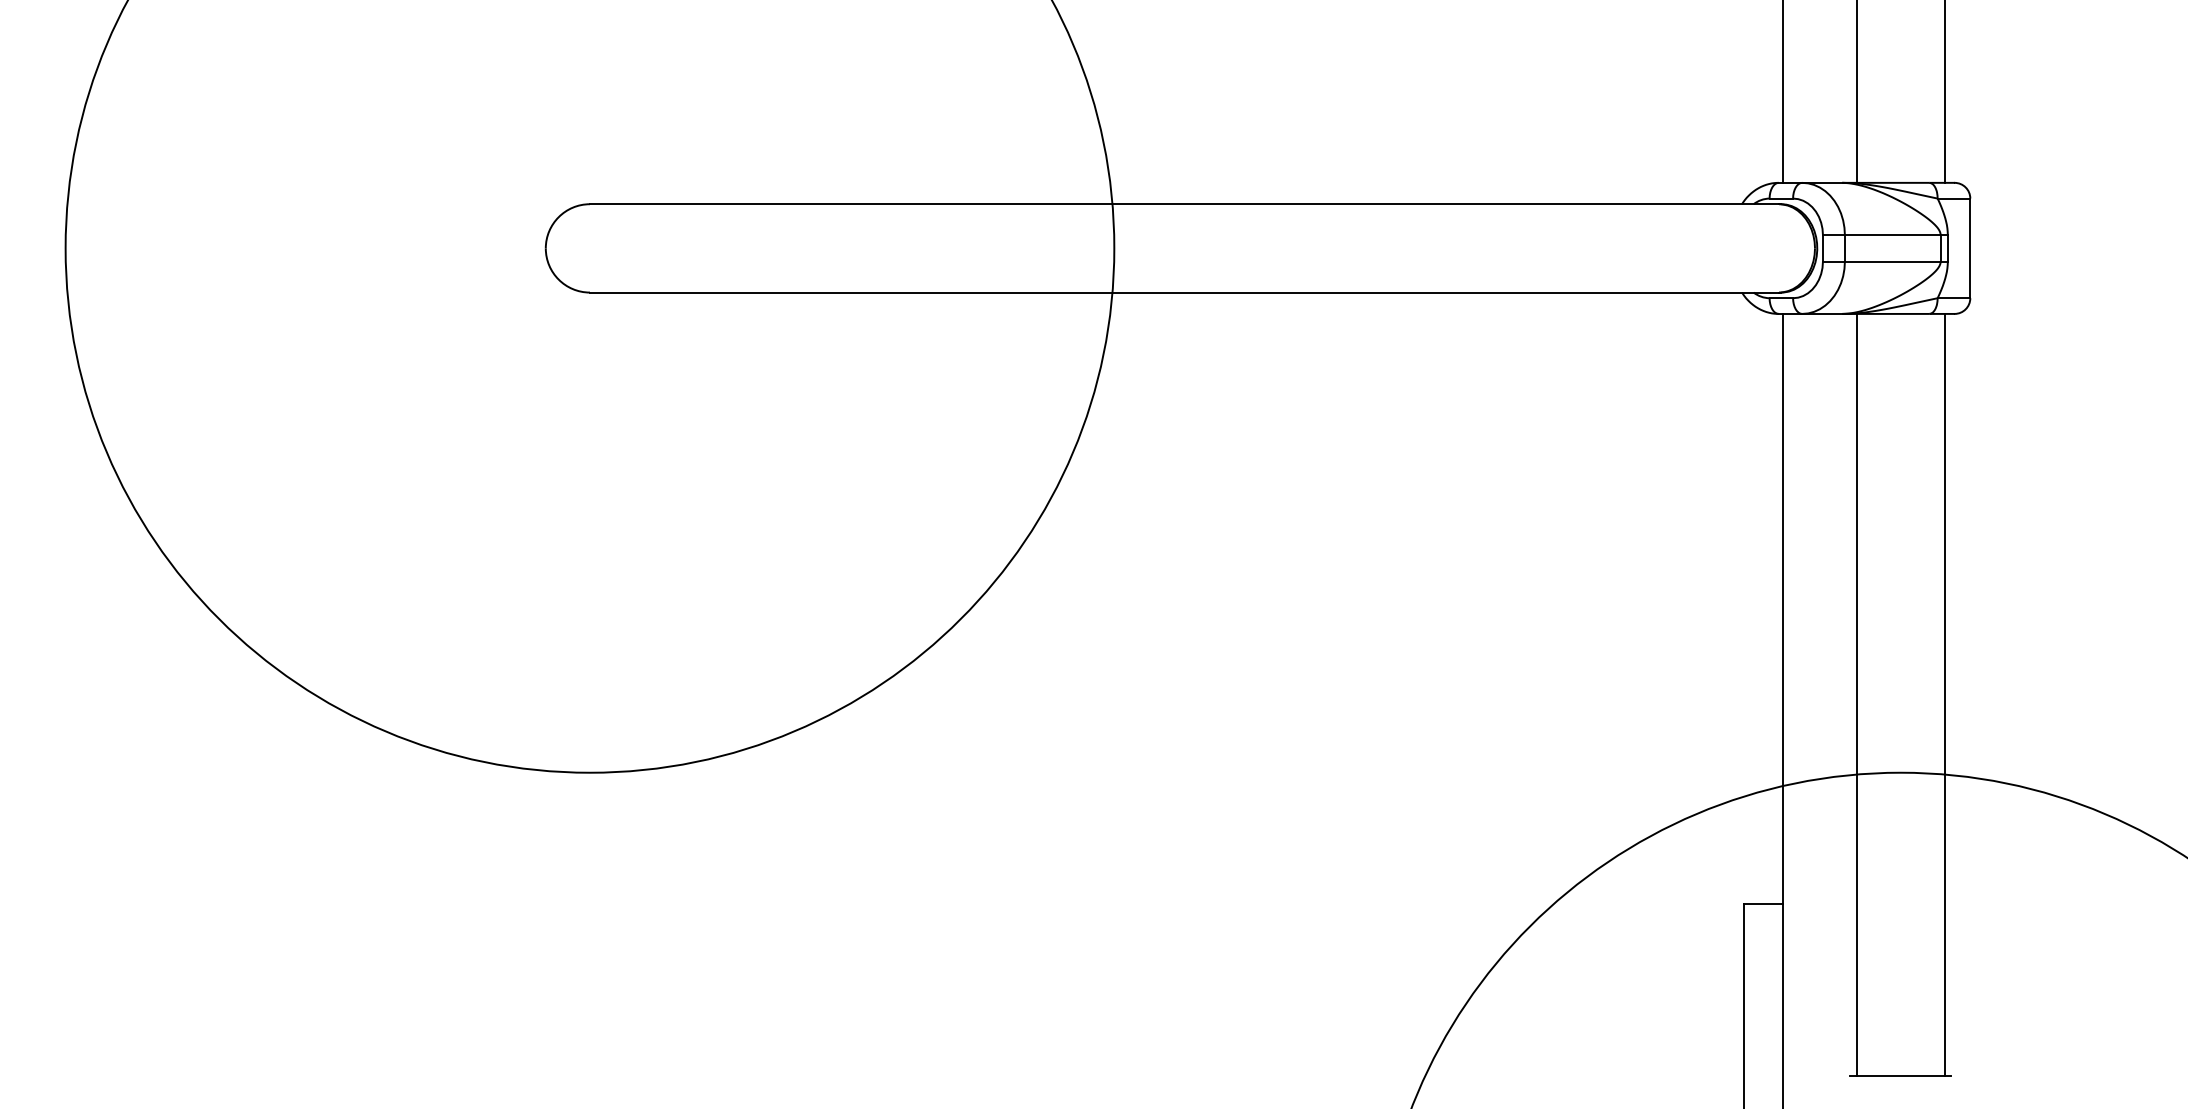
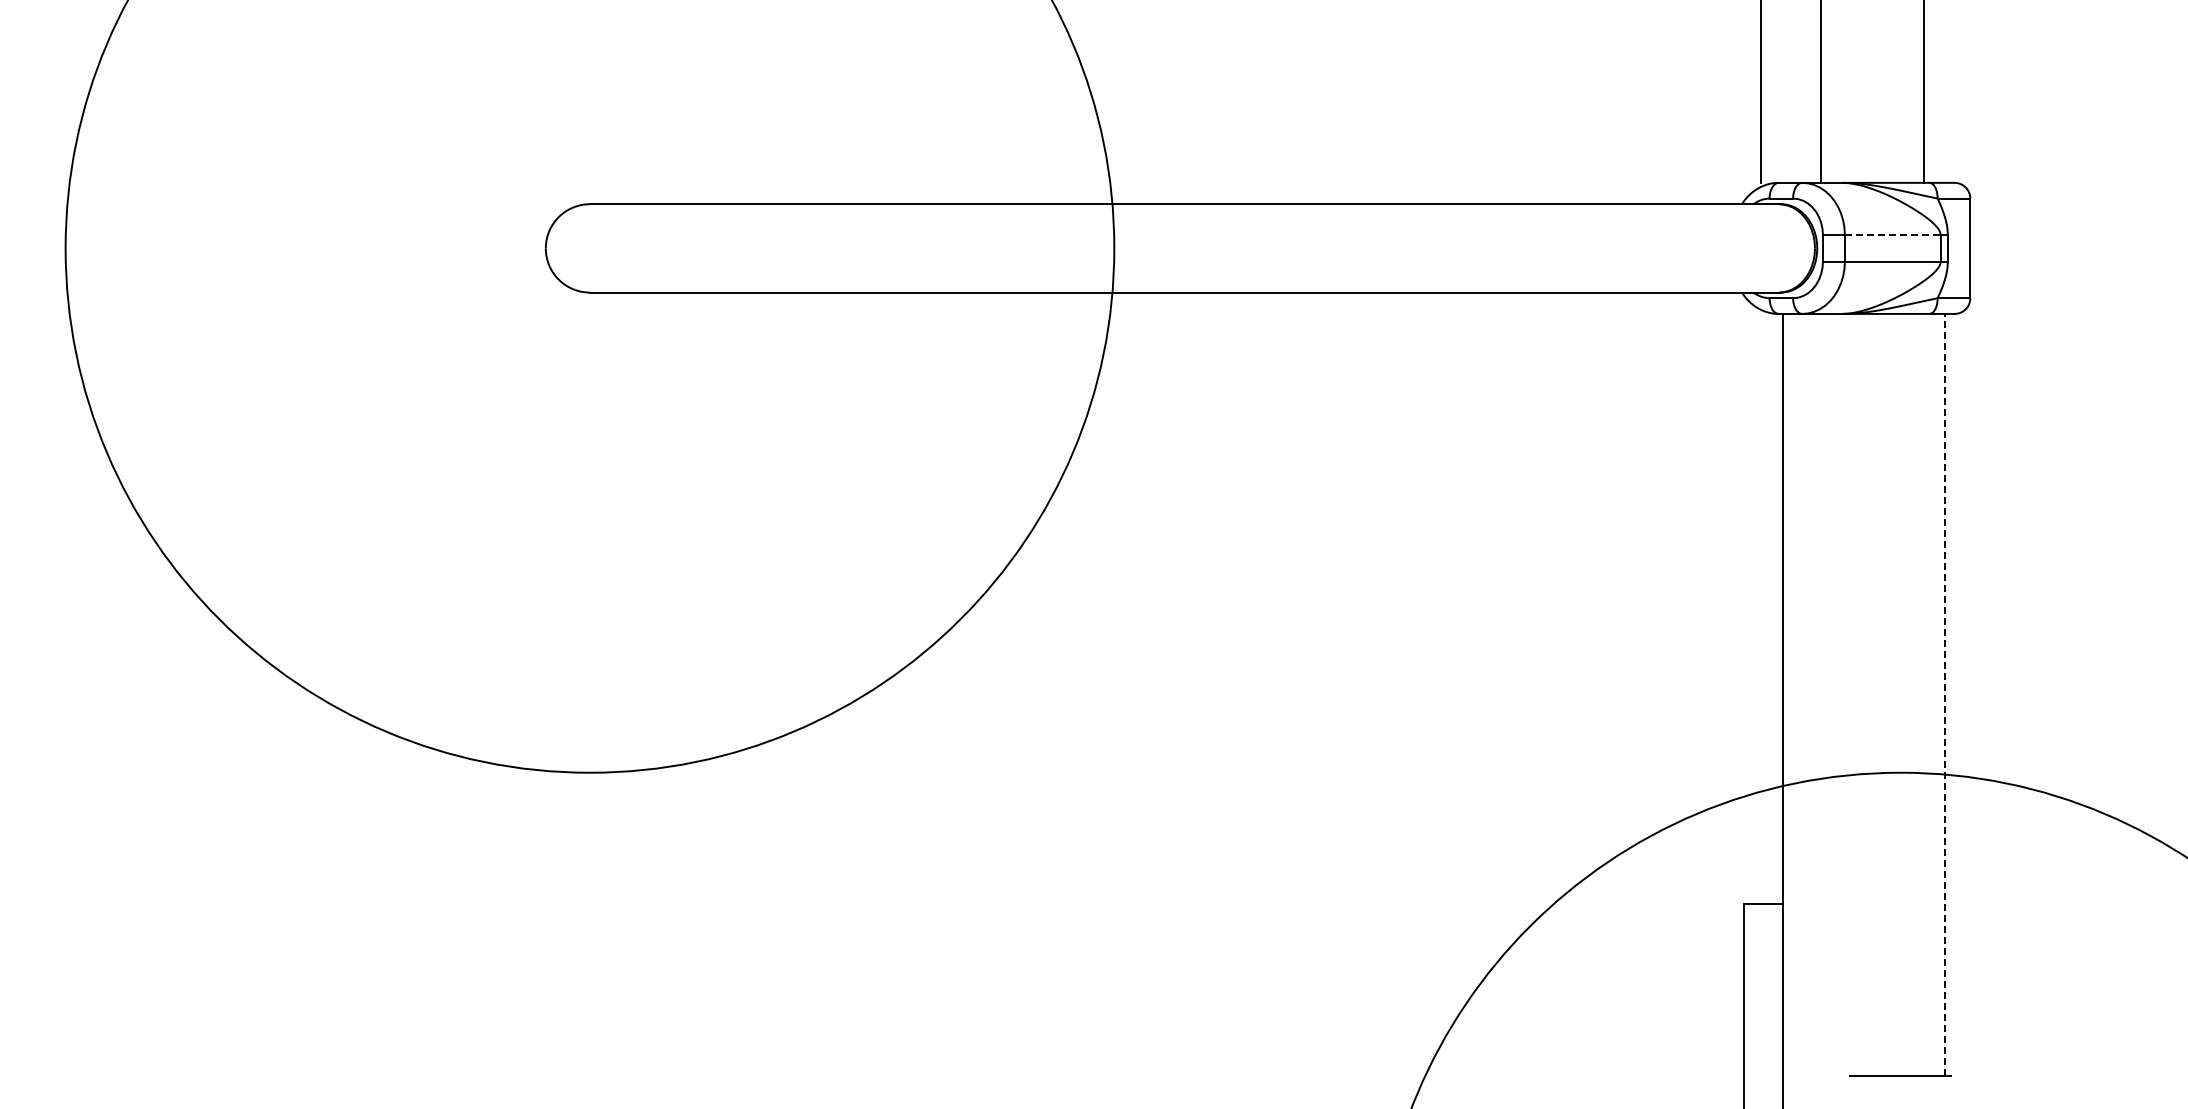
line at (1782, 92) position: (1782, 92) -> (1760, 92)
line at (1856, 92) position: (1856, 92) -> (1820, 92)
line at (1945, 92) position: (1945, 92) -> (1924, 92)
line at (1892, 235): solid -> dashed
line at (1856, 694): present -> none
line at (1945, 694): solid -> dashed
